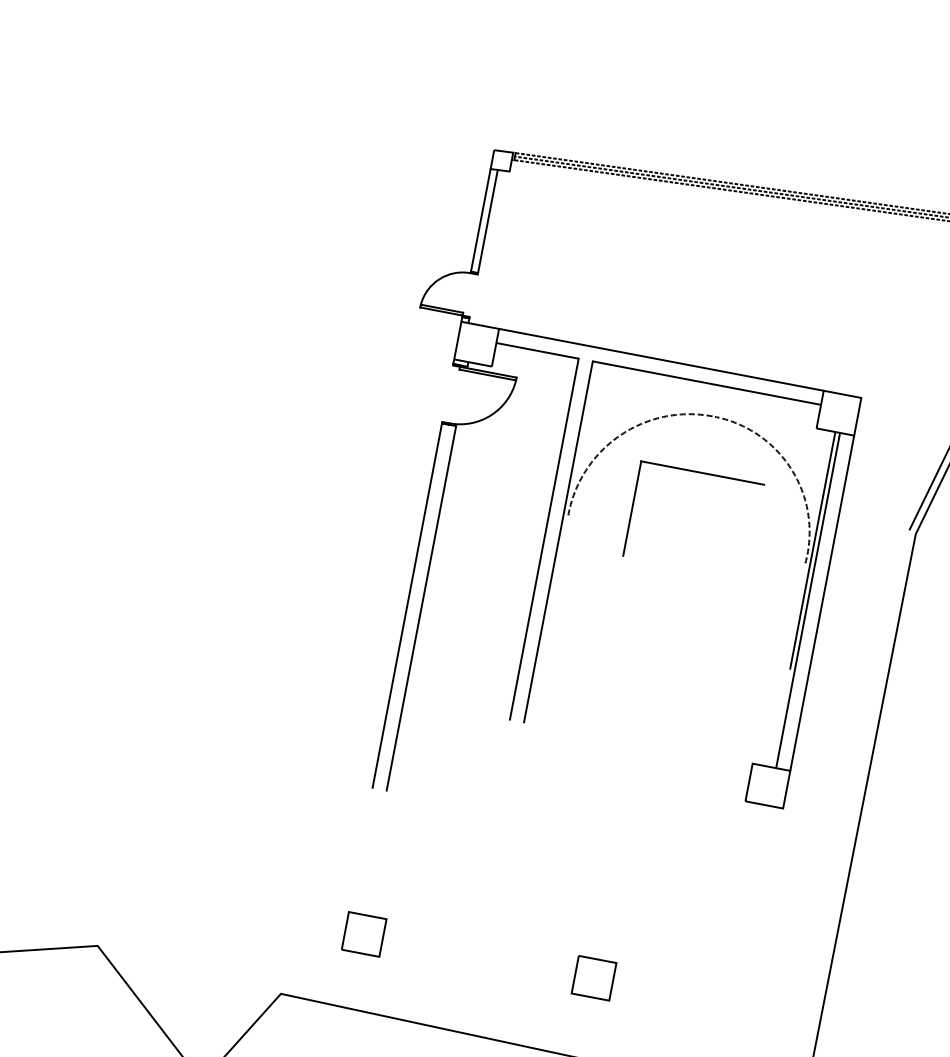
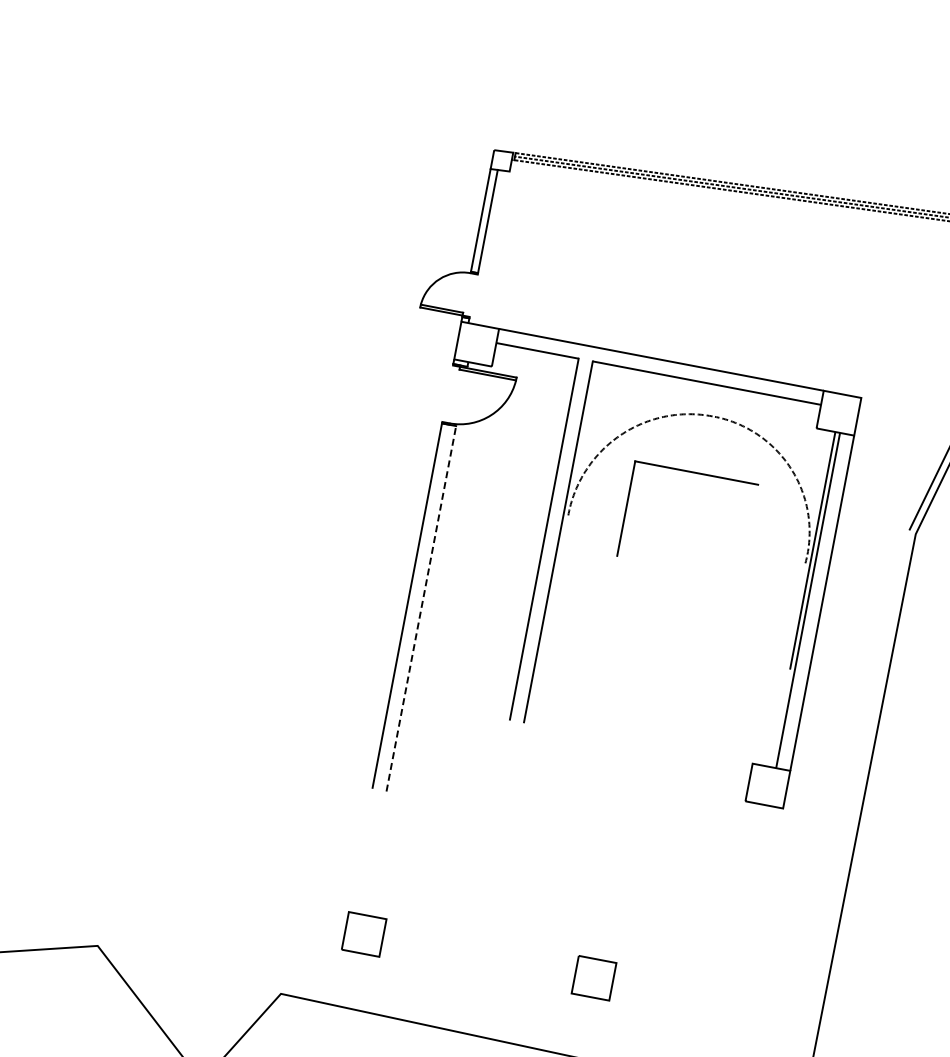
part at (698, 473) position: (698, 473) -> (692, 473)
line at (421, 608): solid -> dashed
